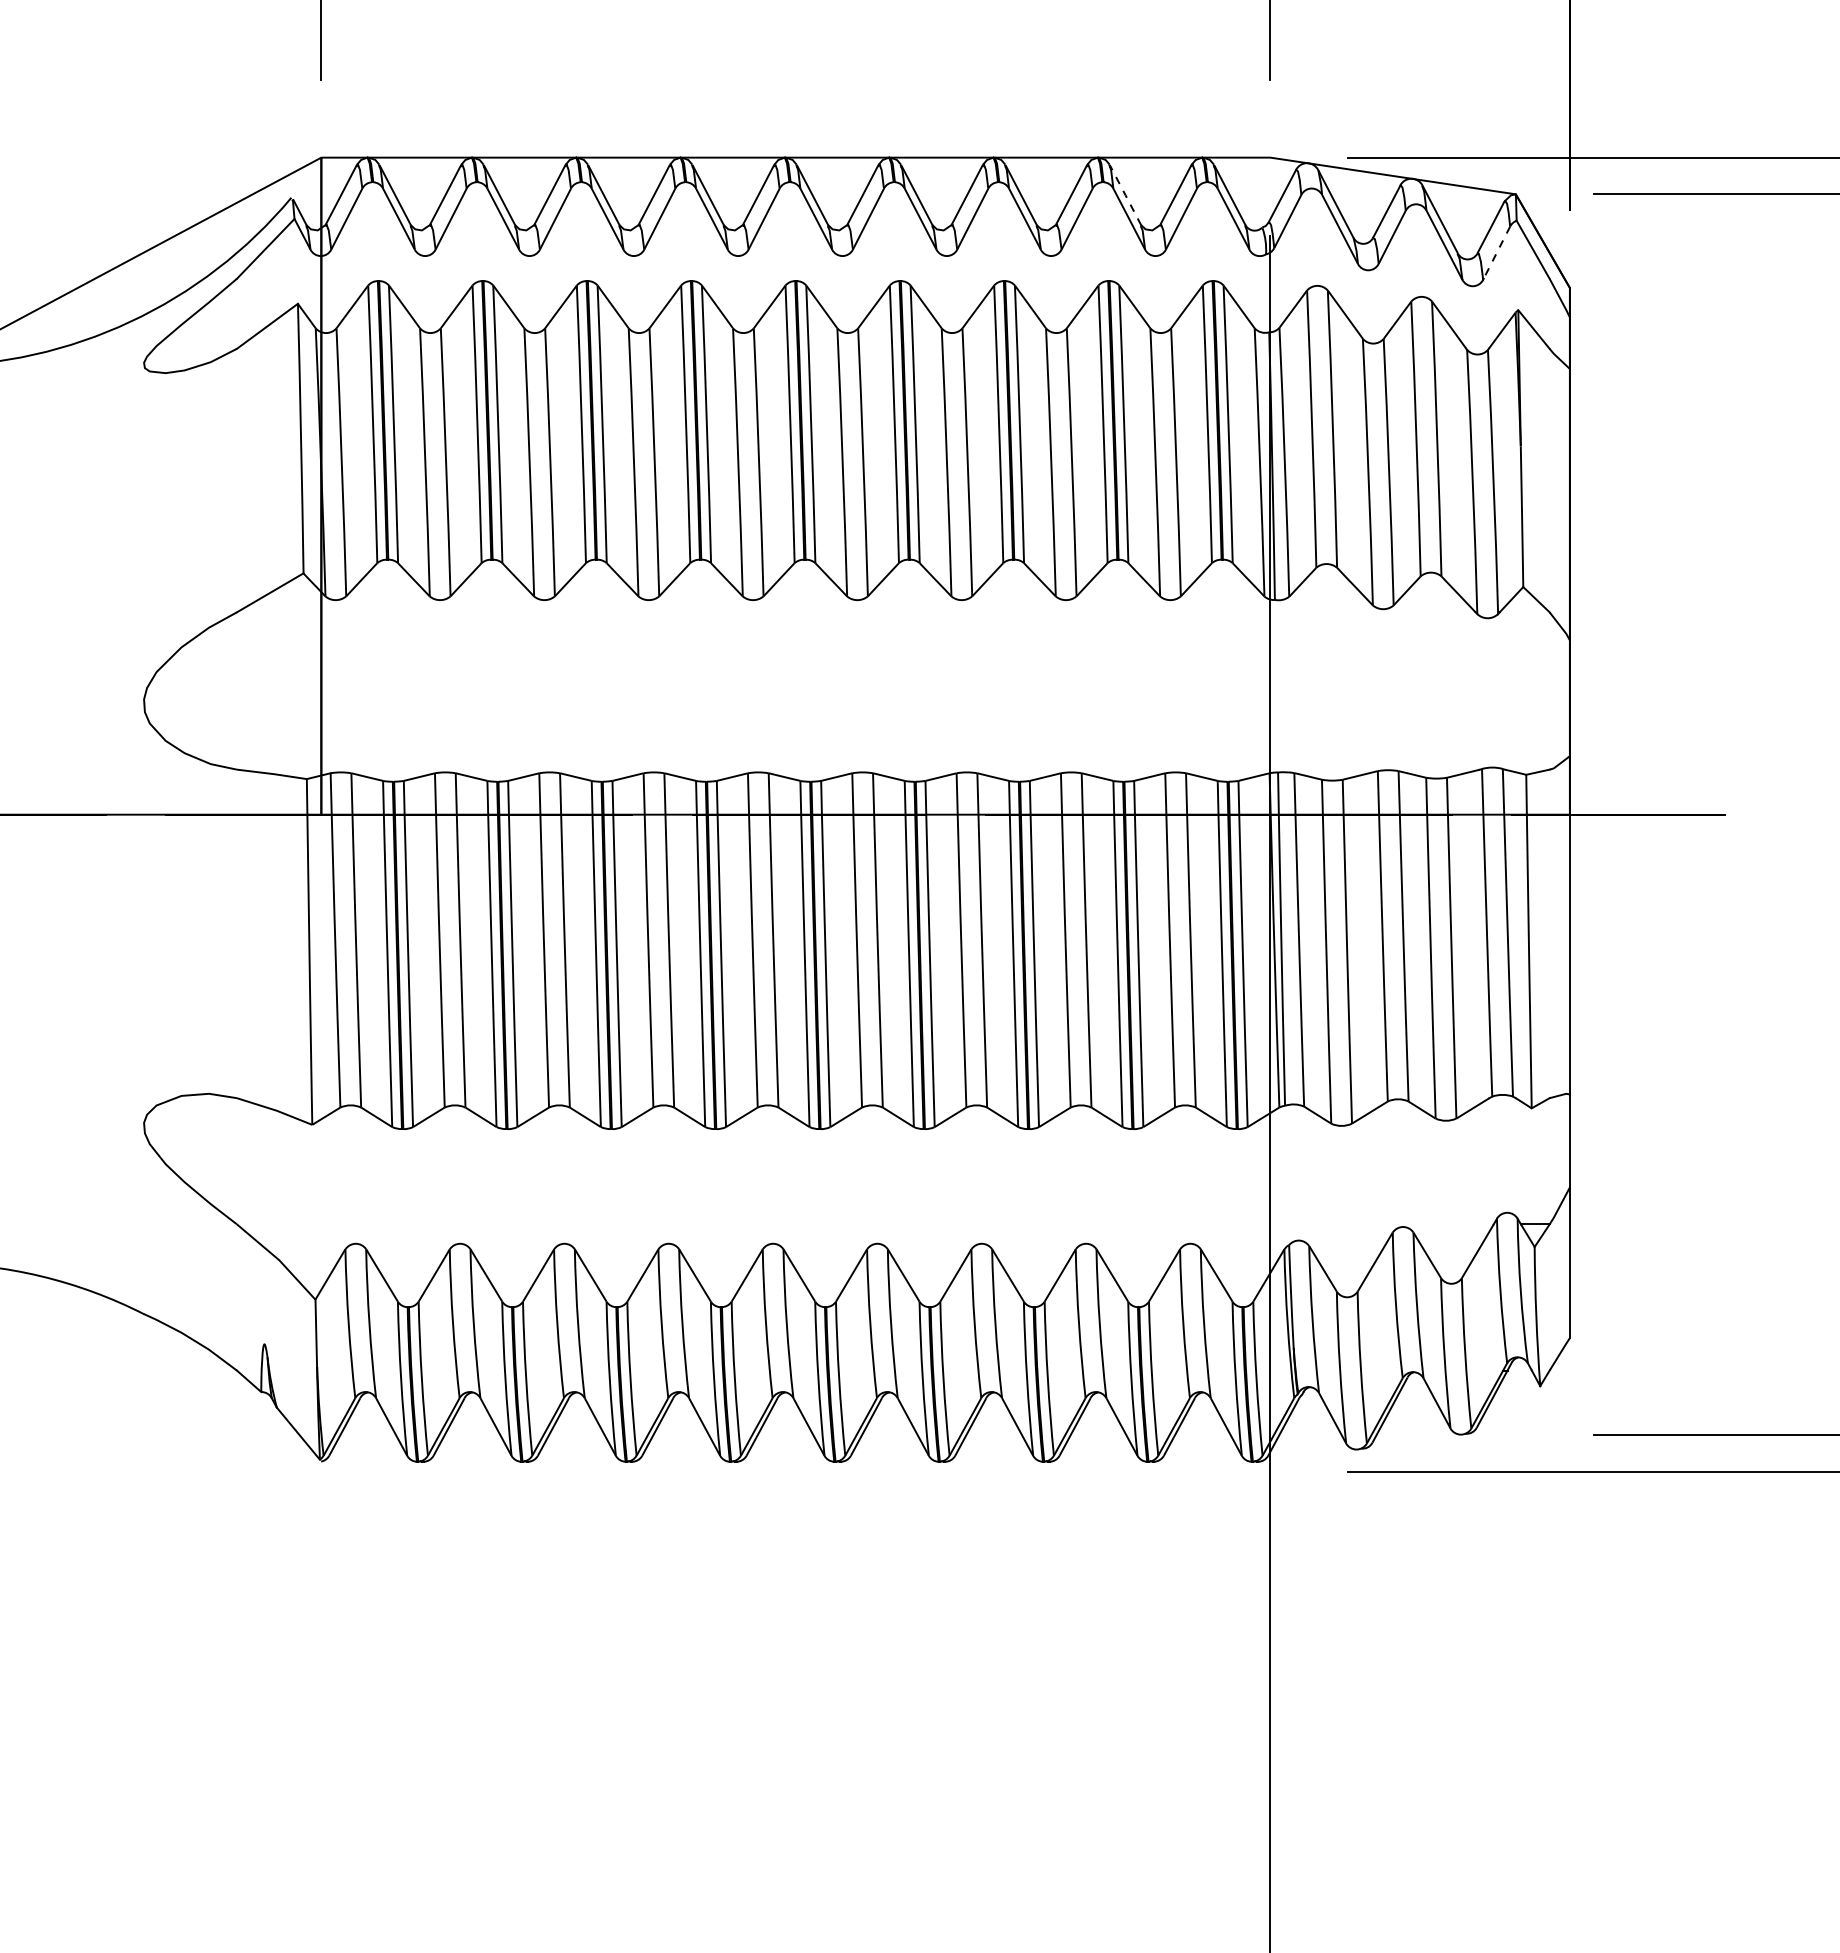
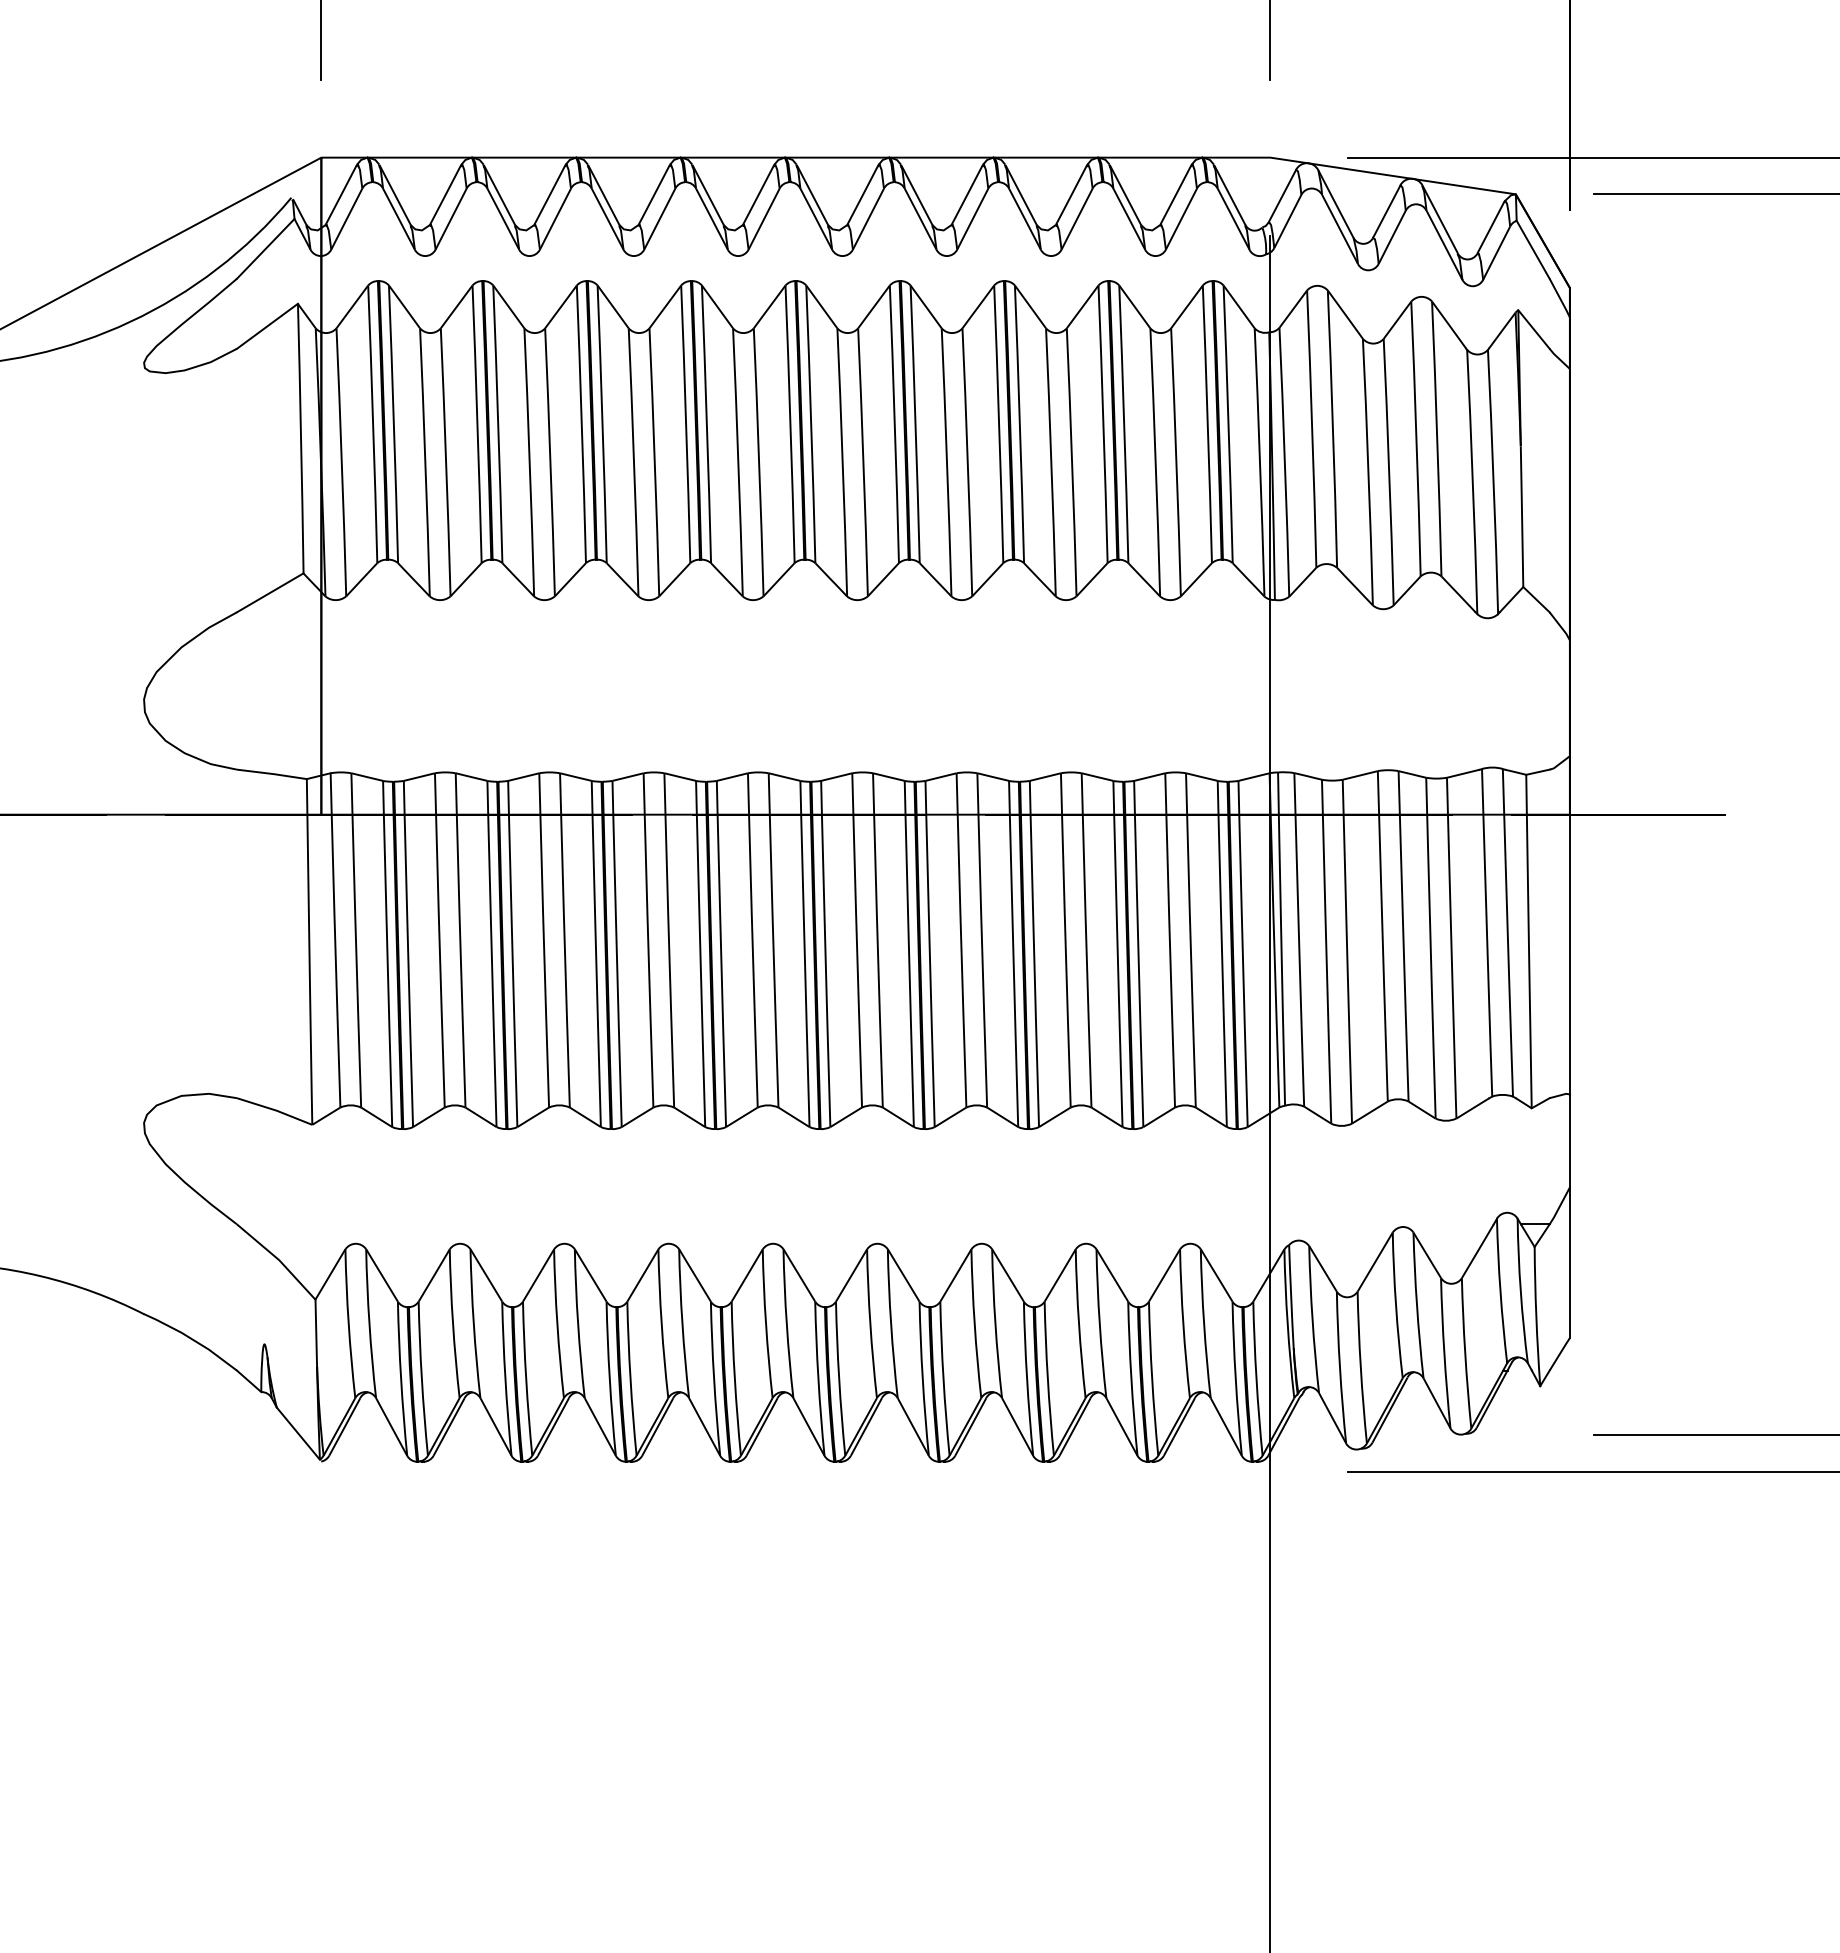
line at (1125, 195): dashed -> solid
line at (1496, 252): dashed -> solid
